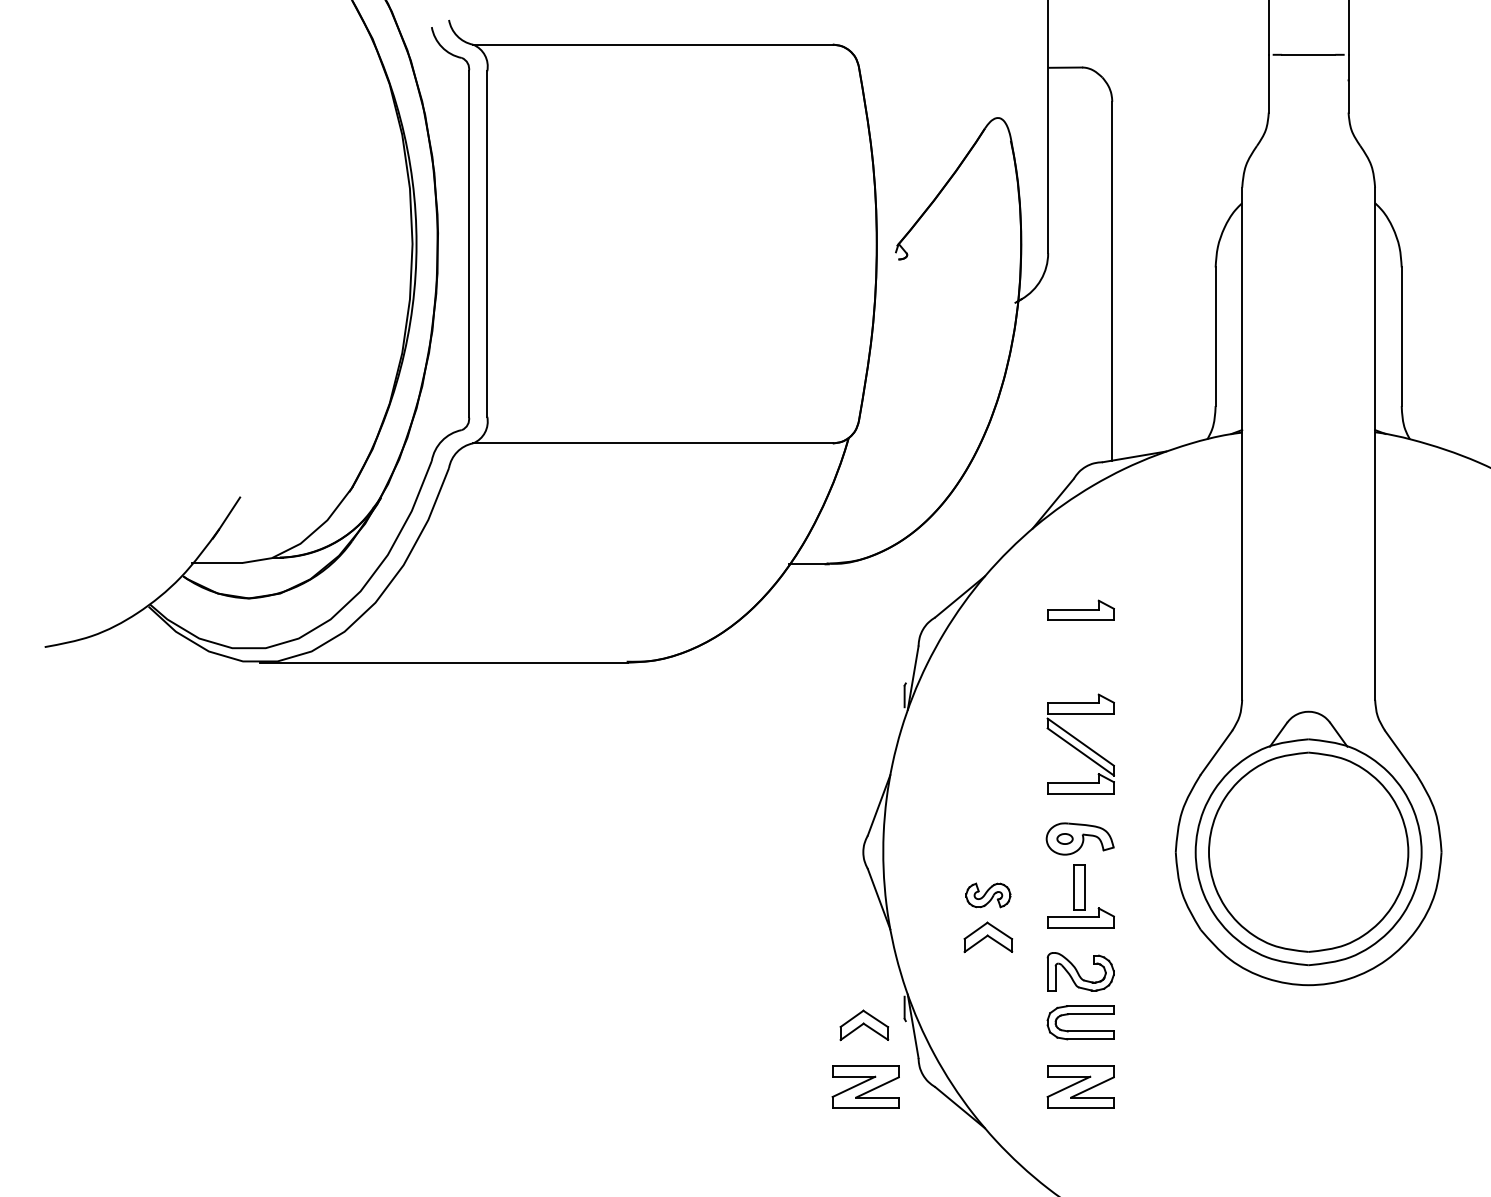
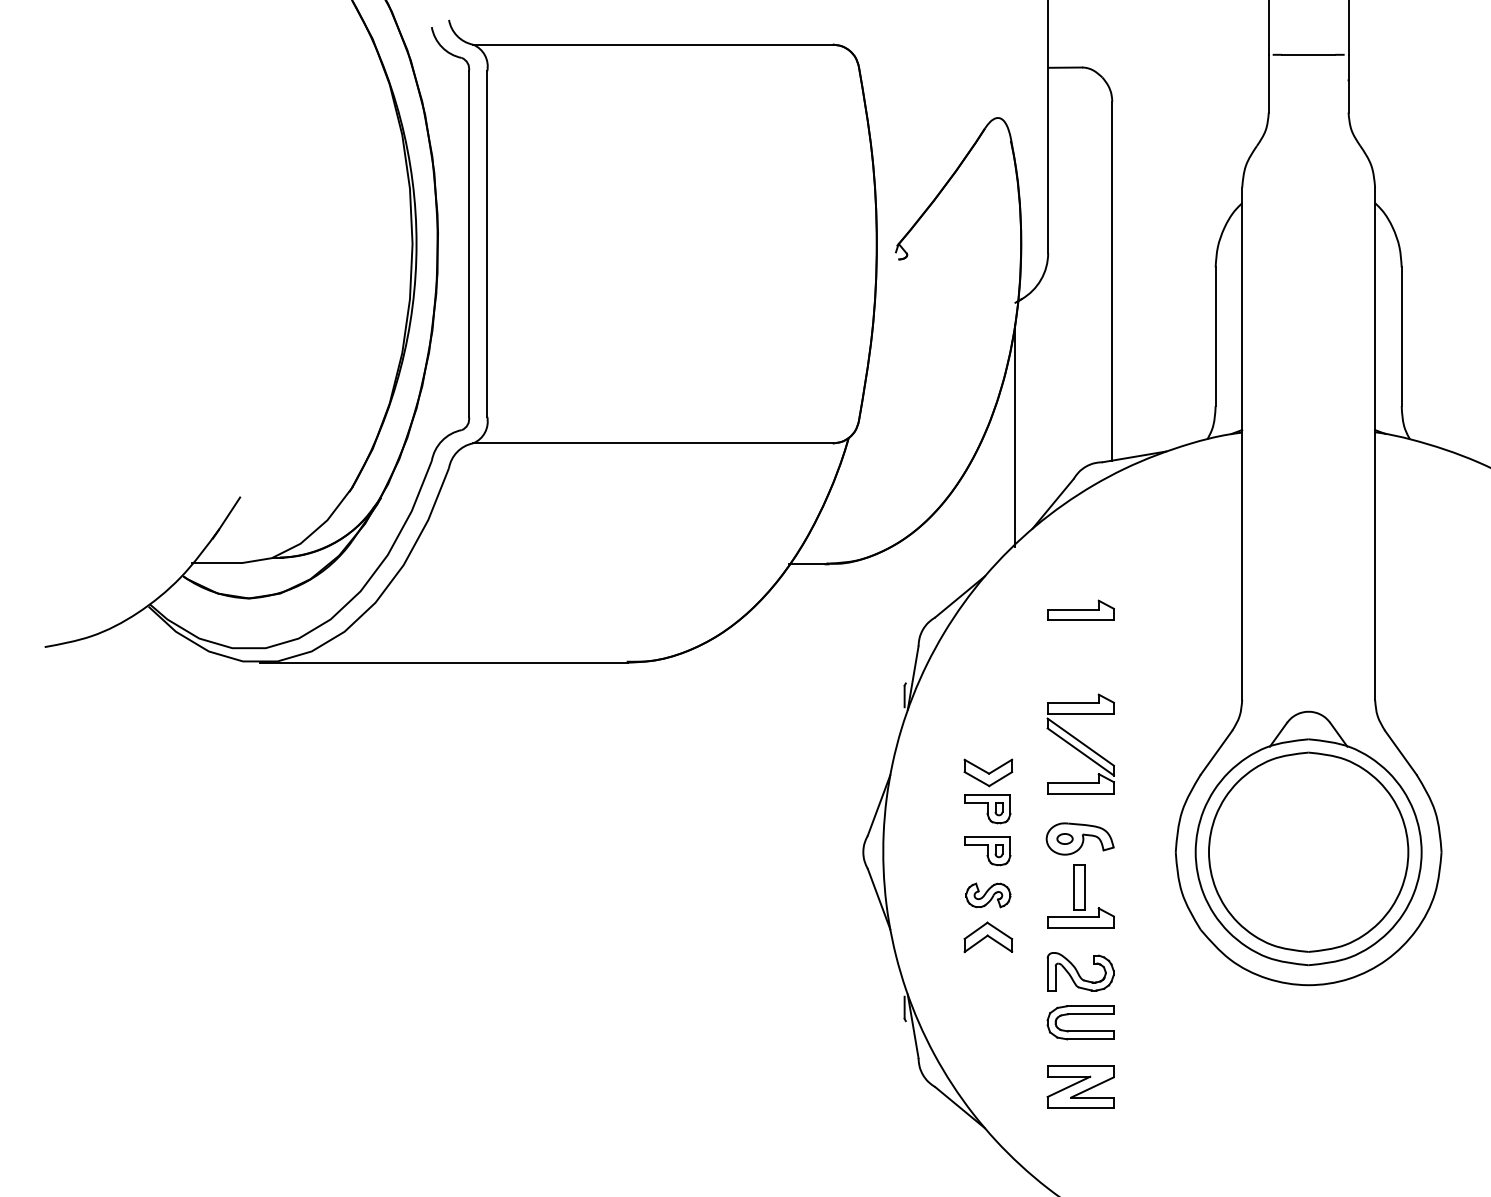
line at (1014, 435): none -> present
part at (988, 791): none -> present
part at (987, 851): none -> present
part at (864, 1025): present -> none
part at (865, 1086): present -> none
